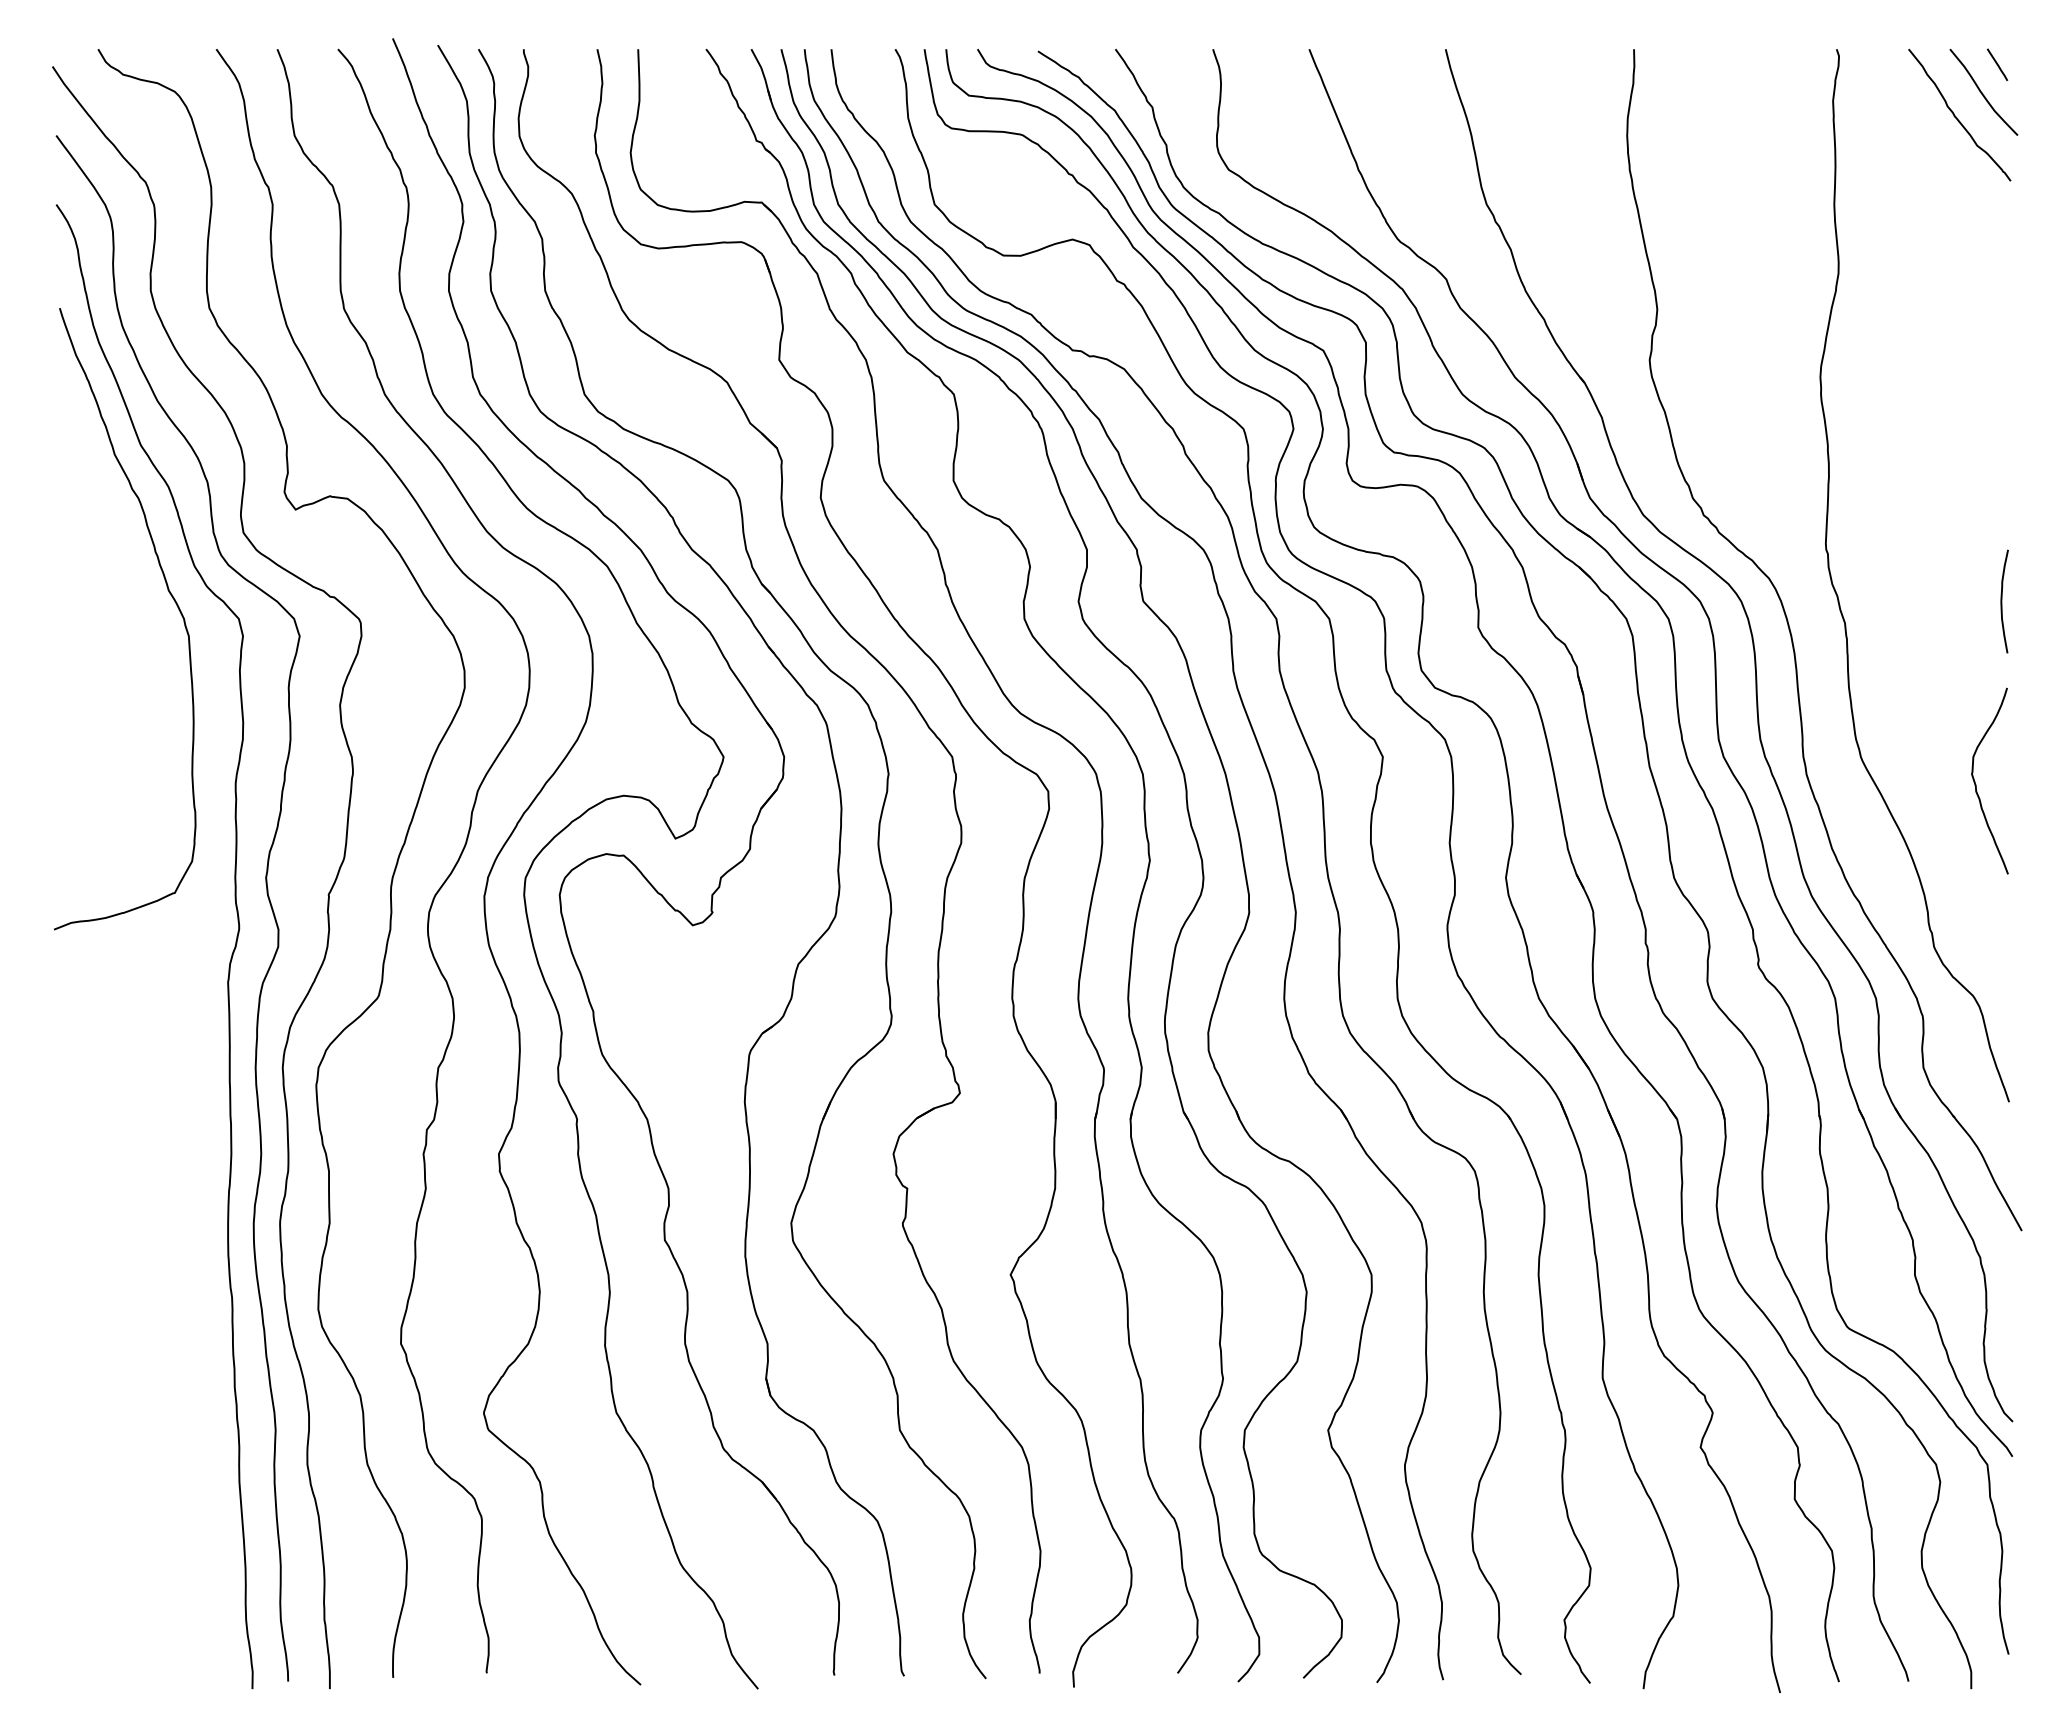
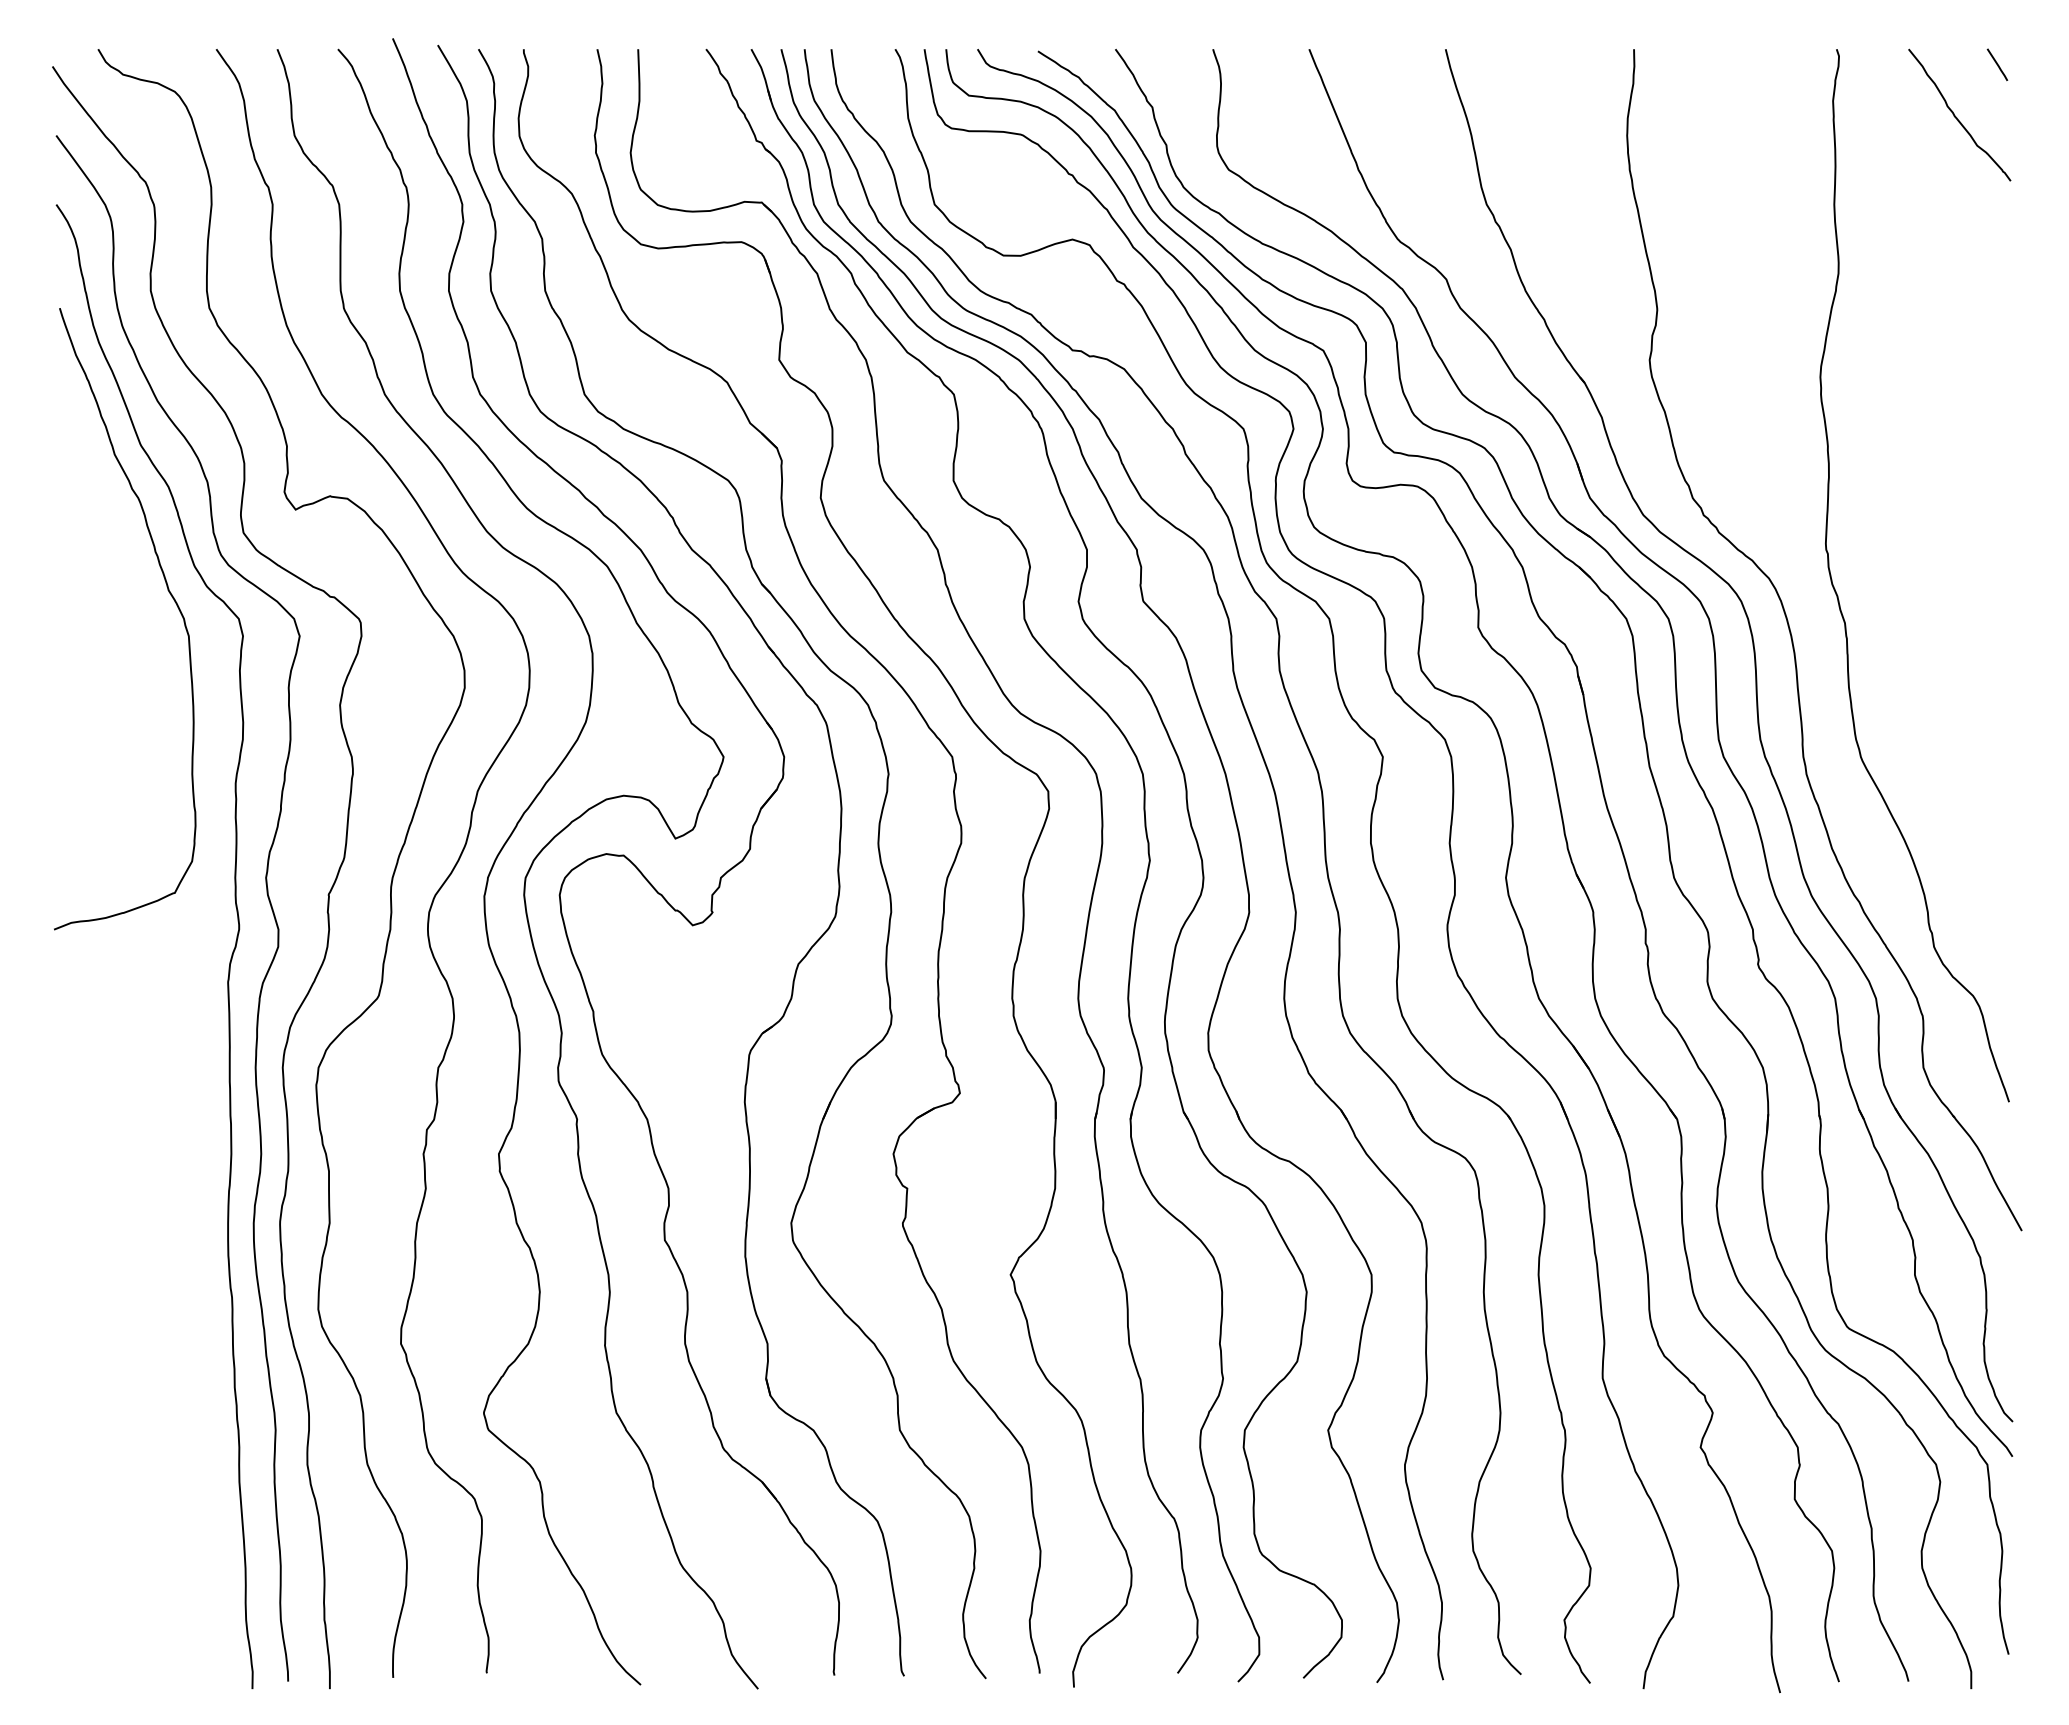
curve at (1982, 92): present -> none
curve at (2002, 601): present -> none
curve at (1976, 784): present -> none
